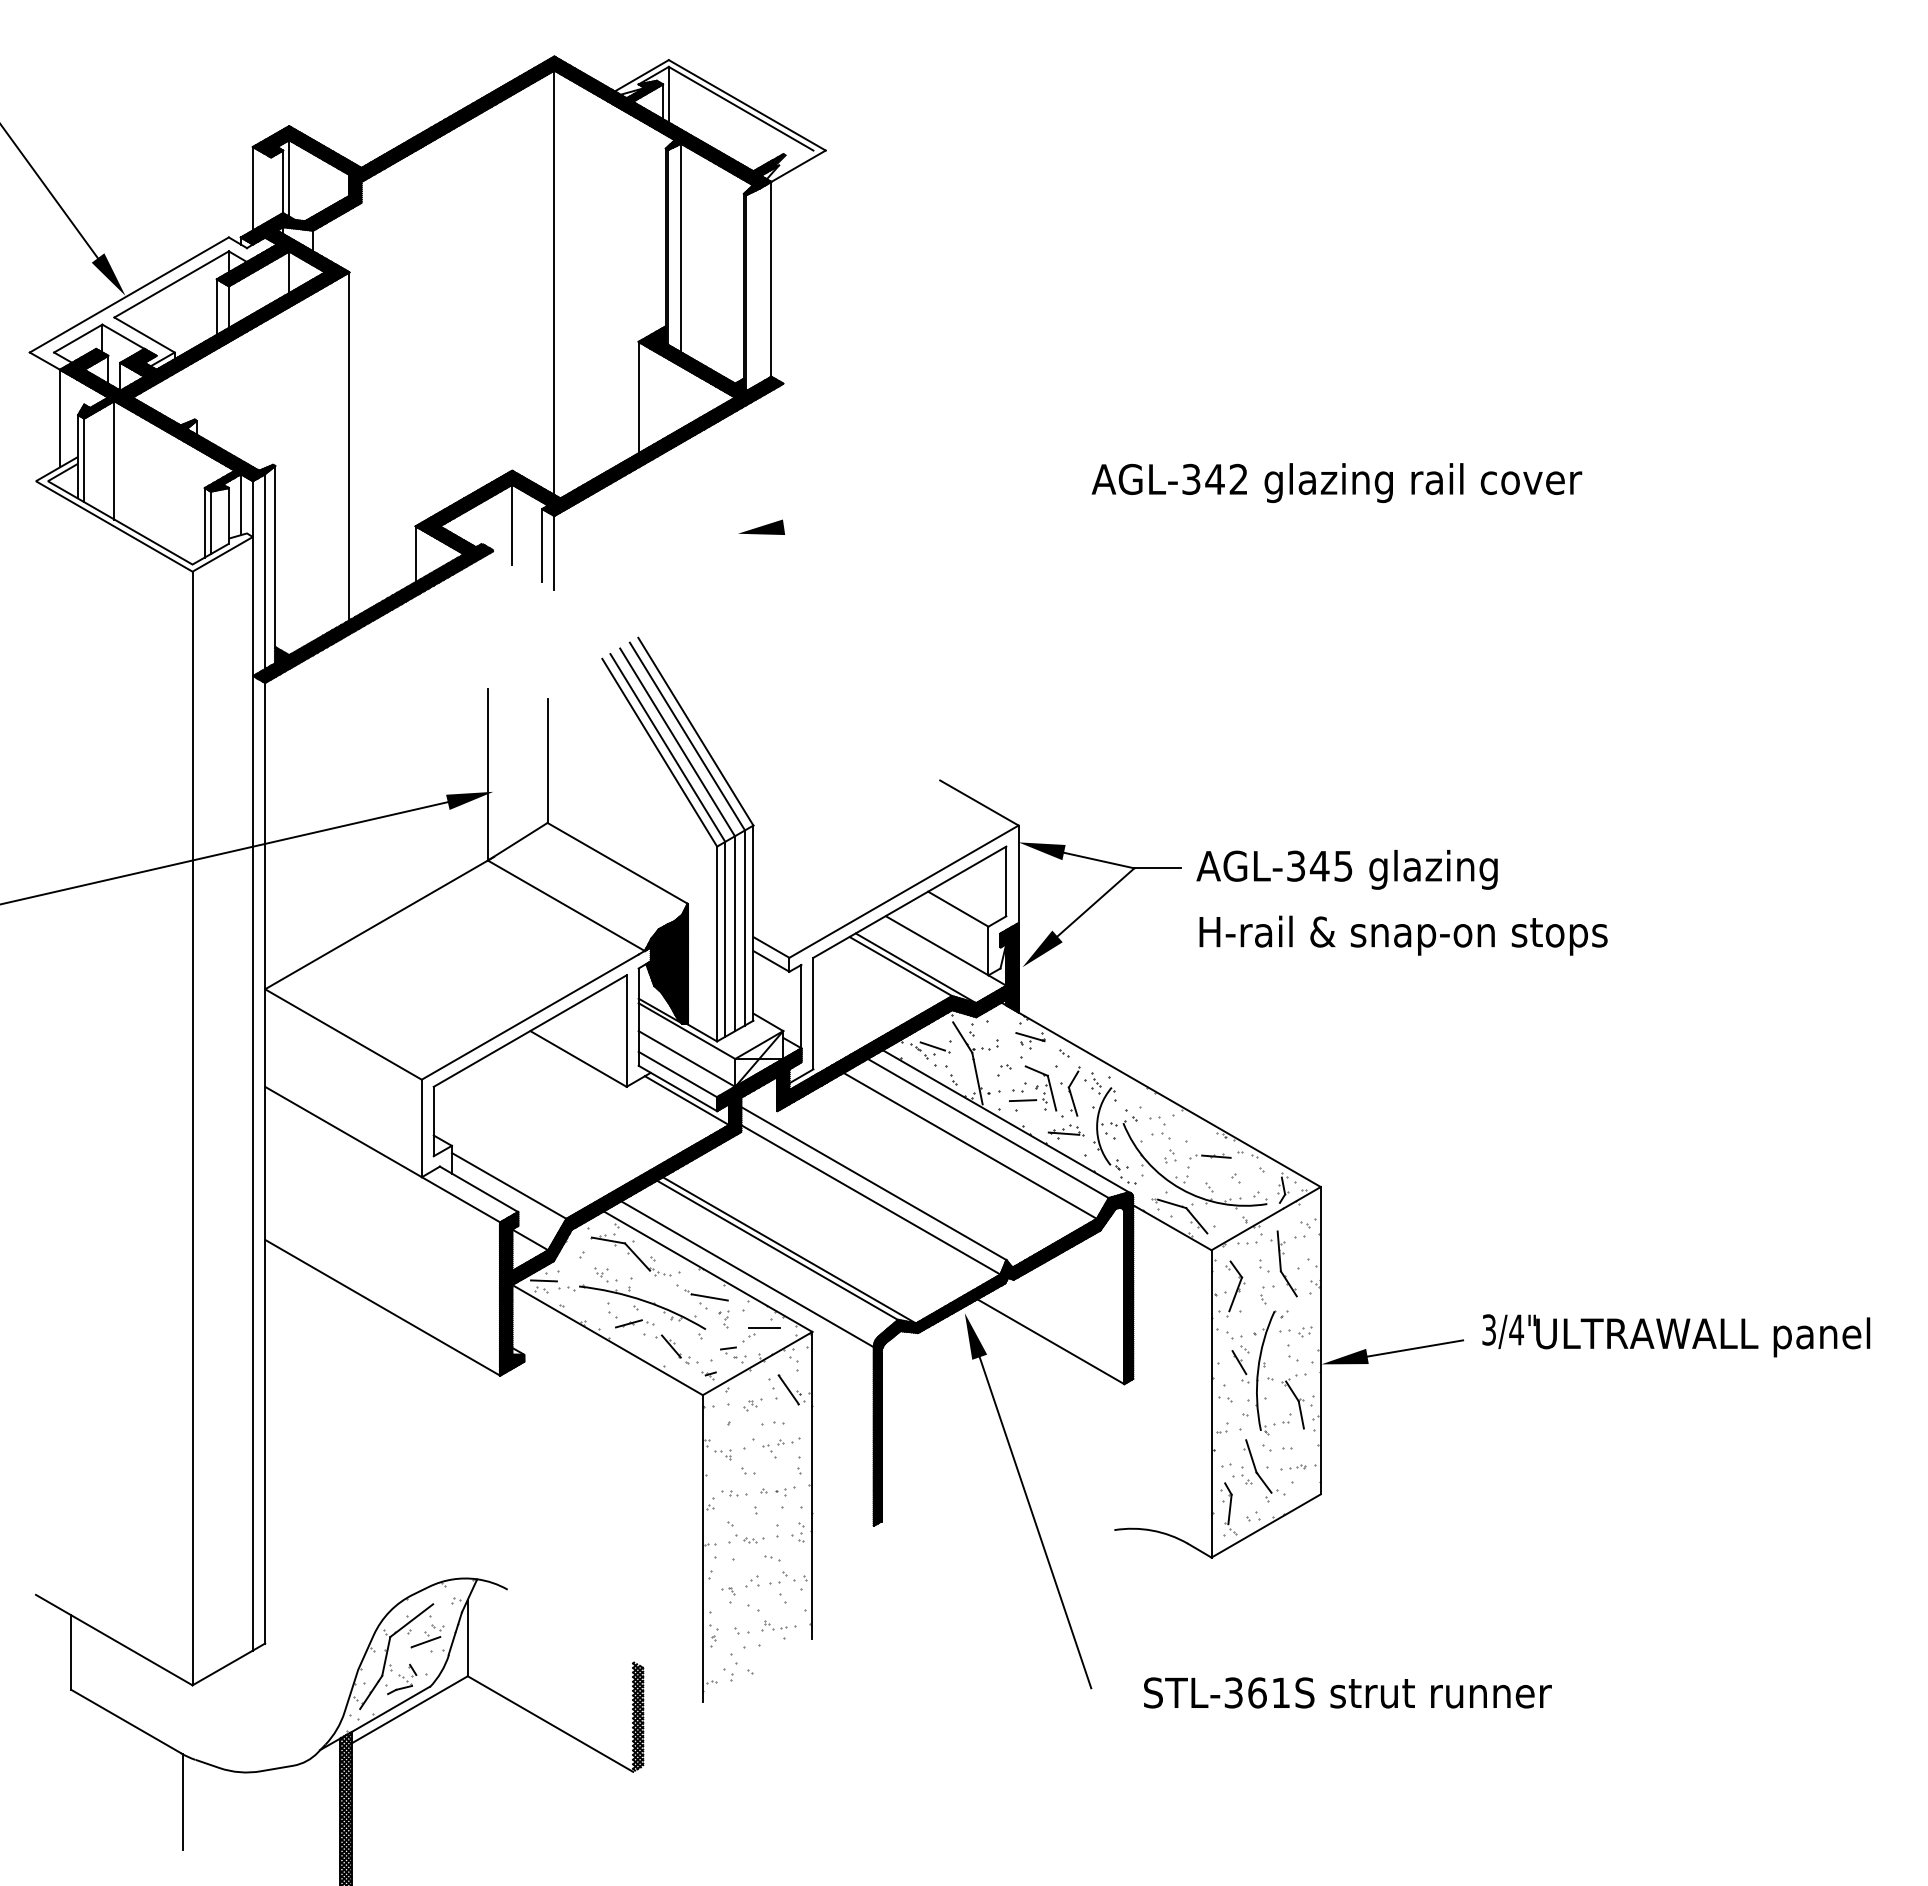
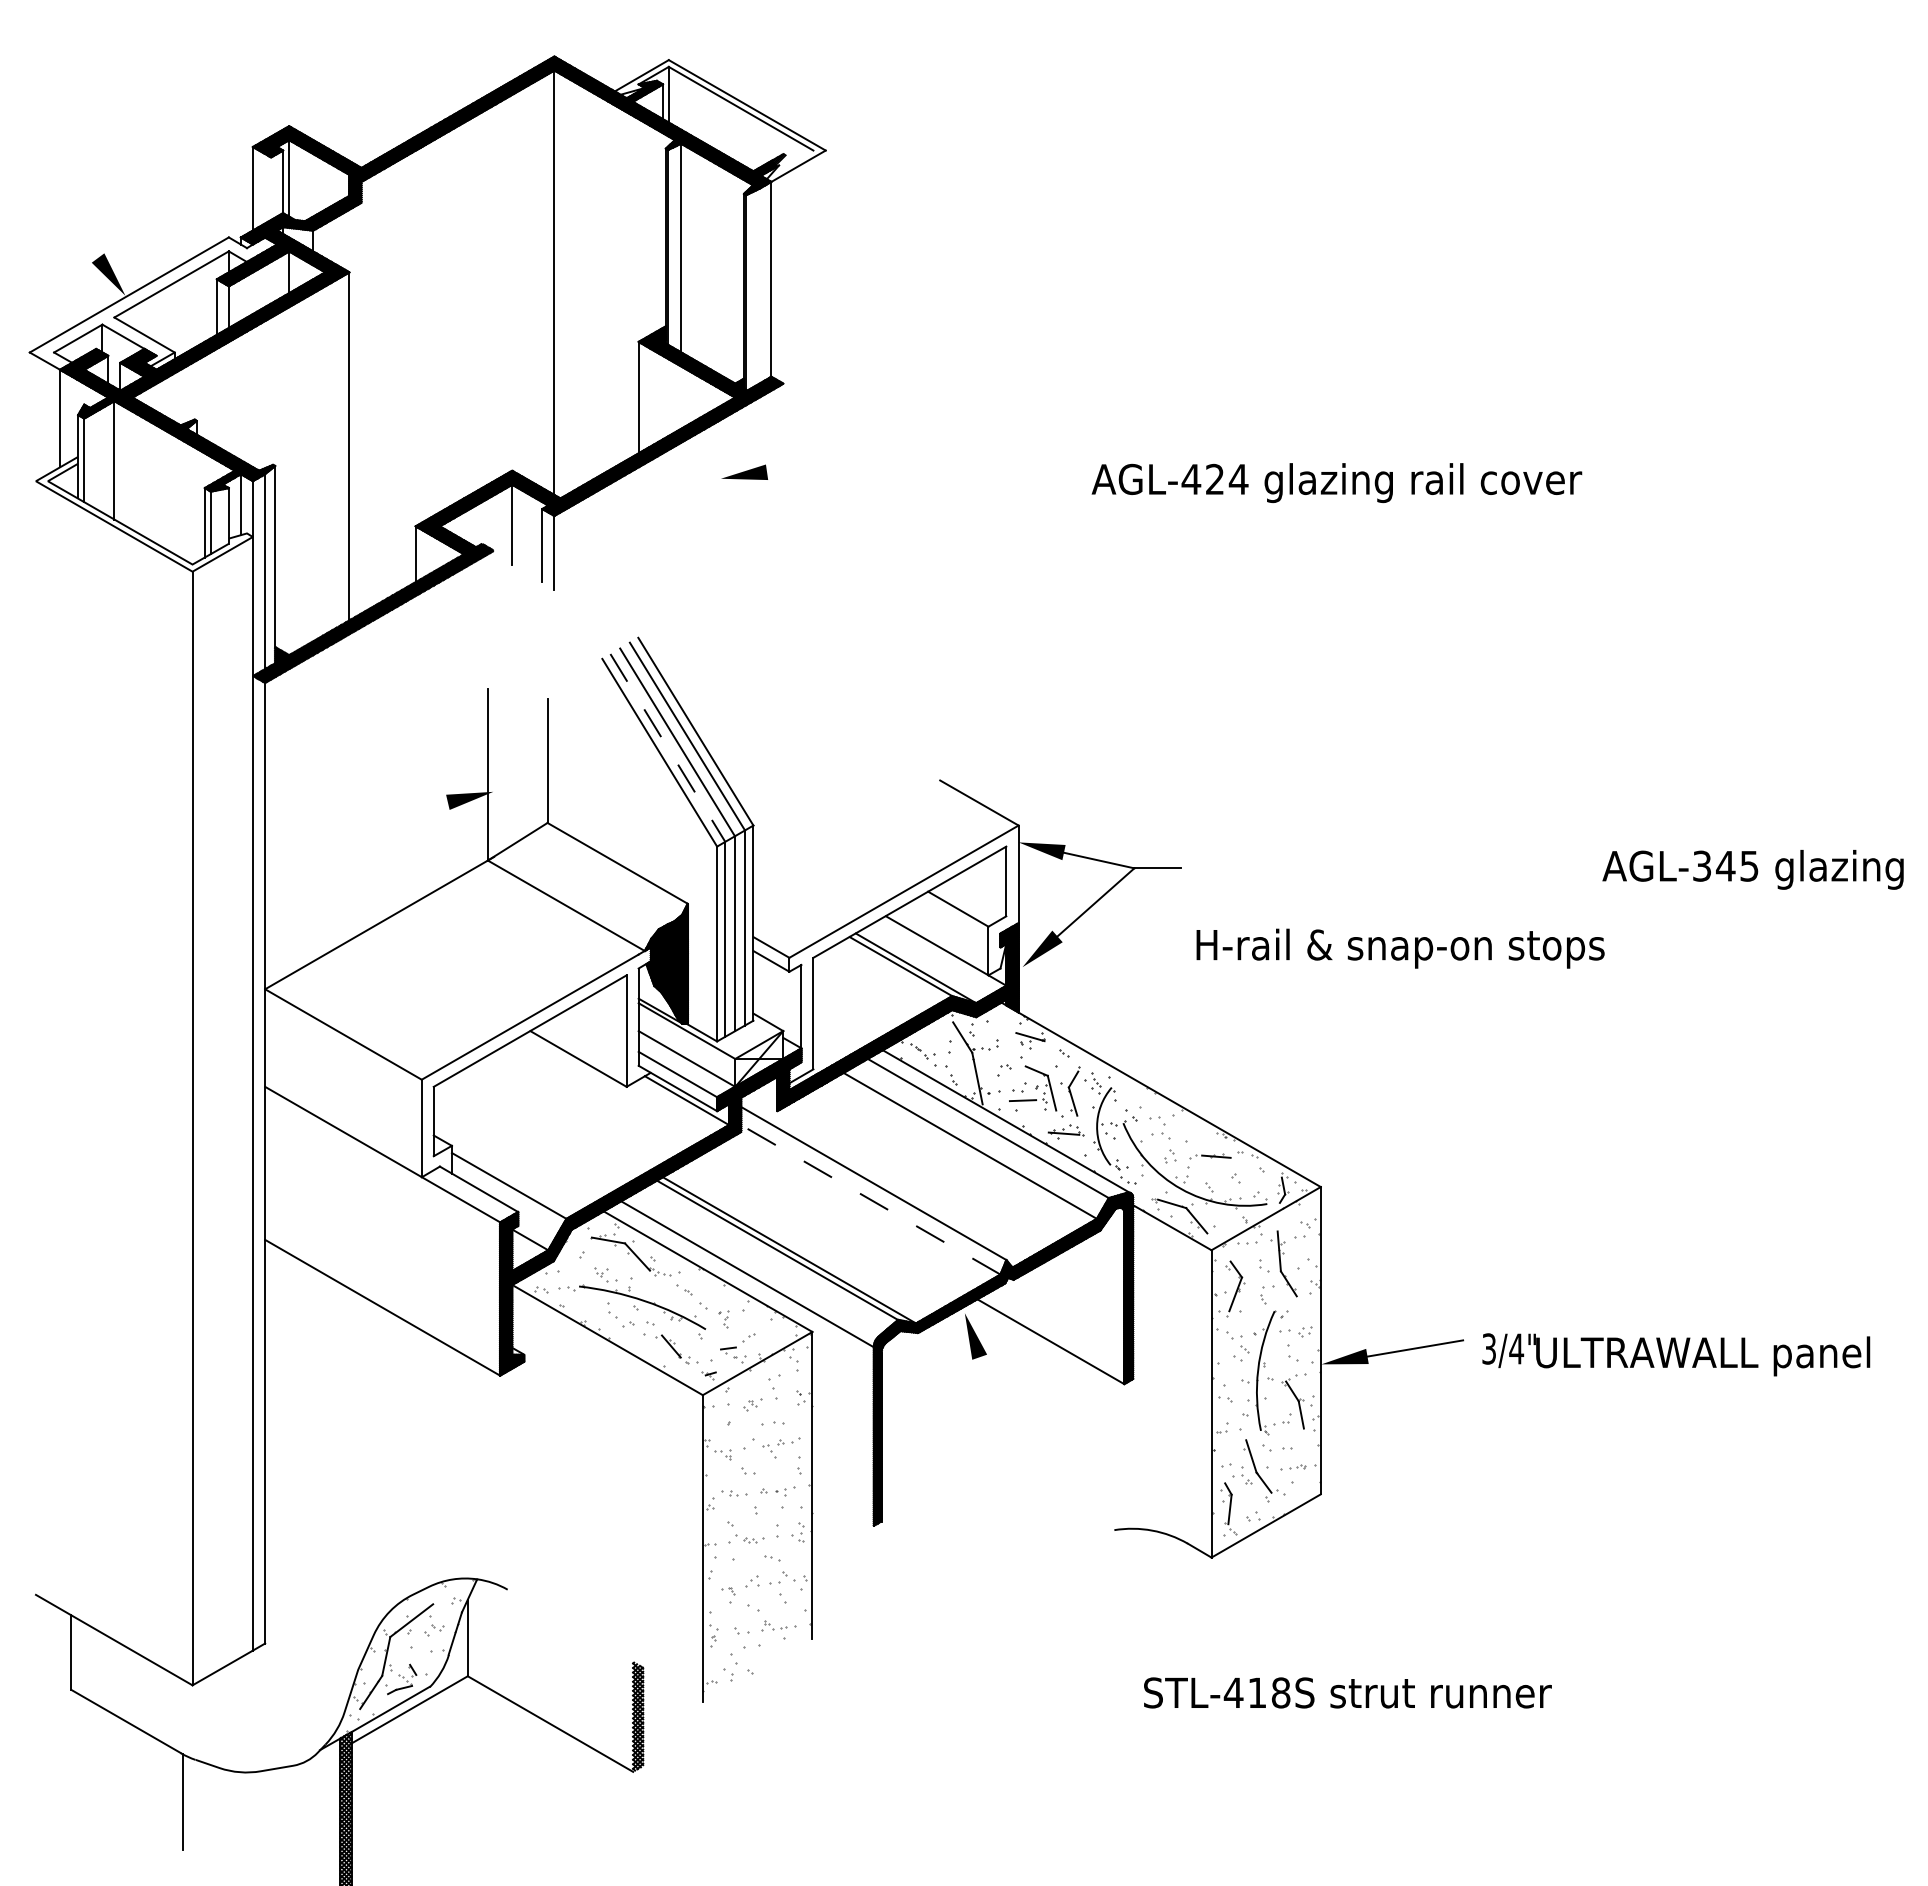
line at (49, 192): present -> none
text at (1214, 479): AGL-342 -> AGL-424
part at (761, 526) position: (761, 526) -> (744, 471)
line at (668, 748): solid -> dashed
line at (224, 853): present -> none
text at (1346, 869) position: (1346, 869) -> (1752, 869)
text at (1403, 935) position: (1403, 935) -> (1400, 948)
line at (932, 1046): present -> none
line at (870, 1199): solid -> dashed
line at (543, 1280): present -> none
line at (709, 1297): present -> none
line at (628, 1323): present -> none
line at (764, 1328): present -> none
text at (1676, 1335) position: (1676, 1335) -> (1676, 1354)
line at (1239, 1362): present -> none
line at (788, 1389): present -> none
line at (1035, 1522): present -> none
line at (426, 1642): present -> none
text at (1256, 1692): STL-361S -> STL-418S
